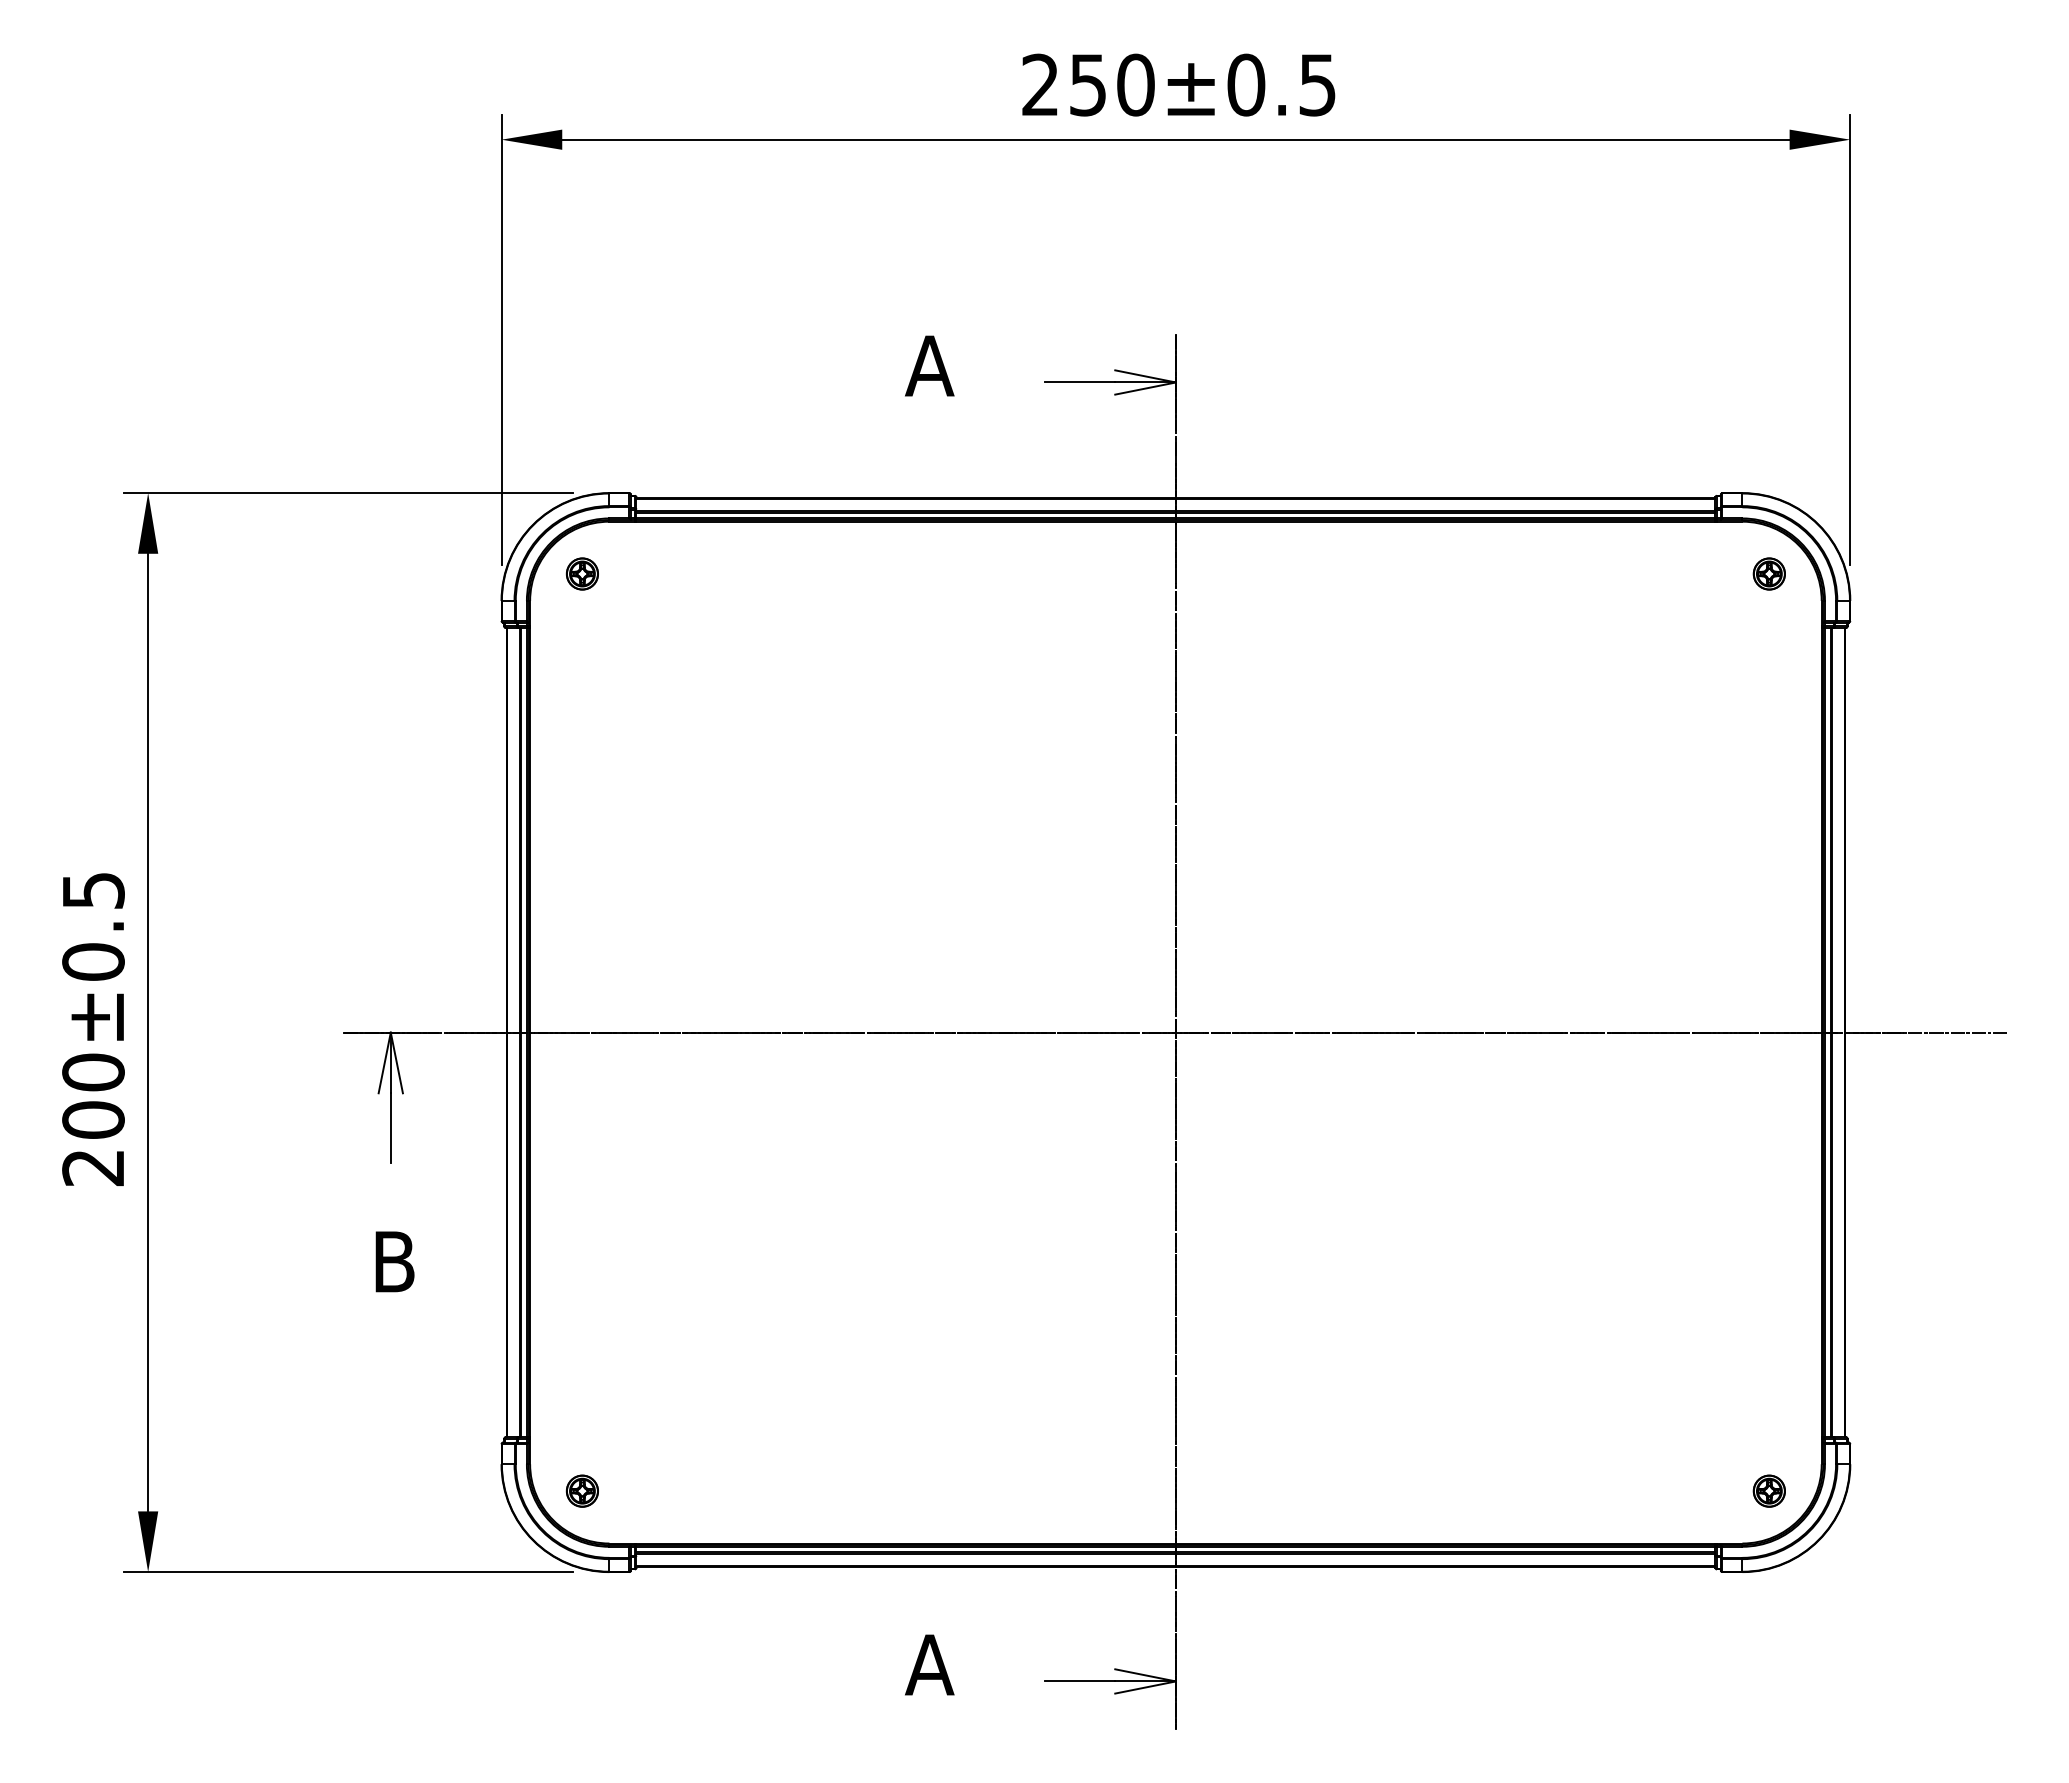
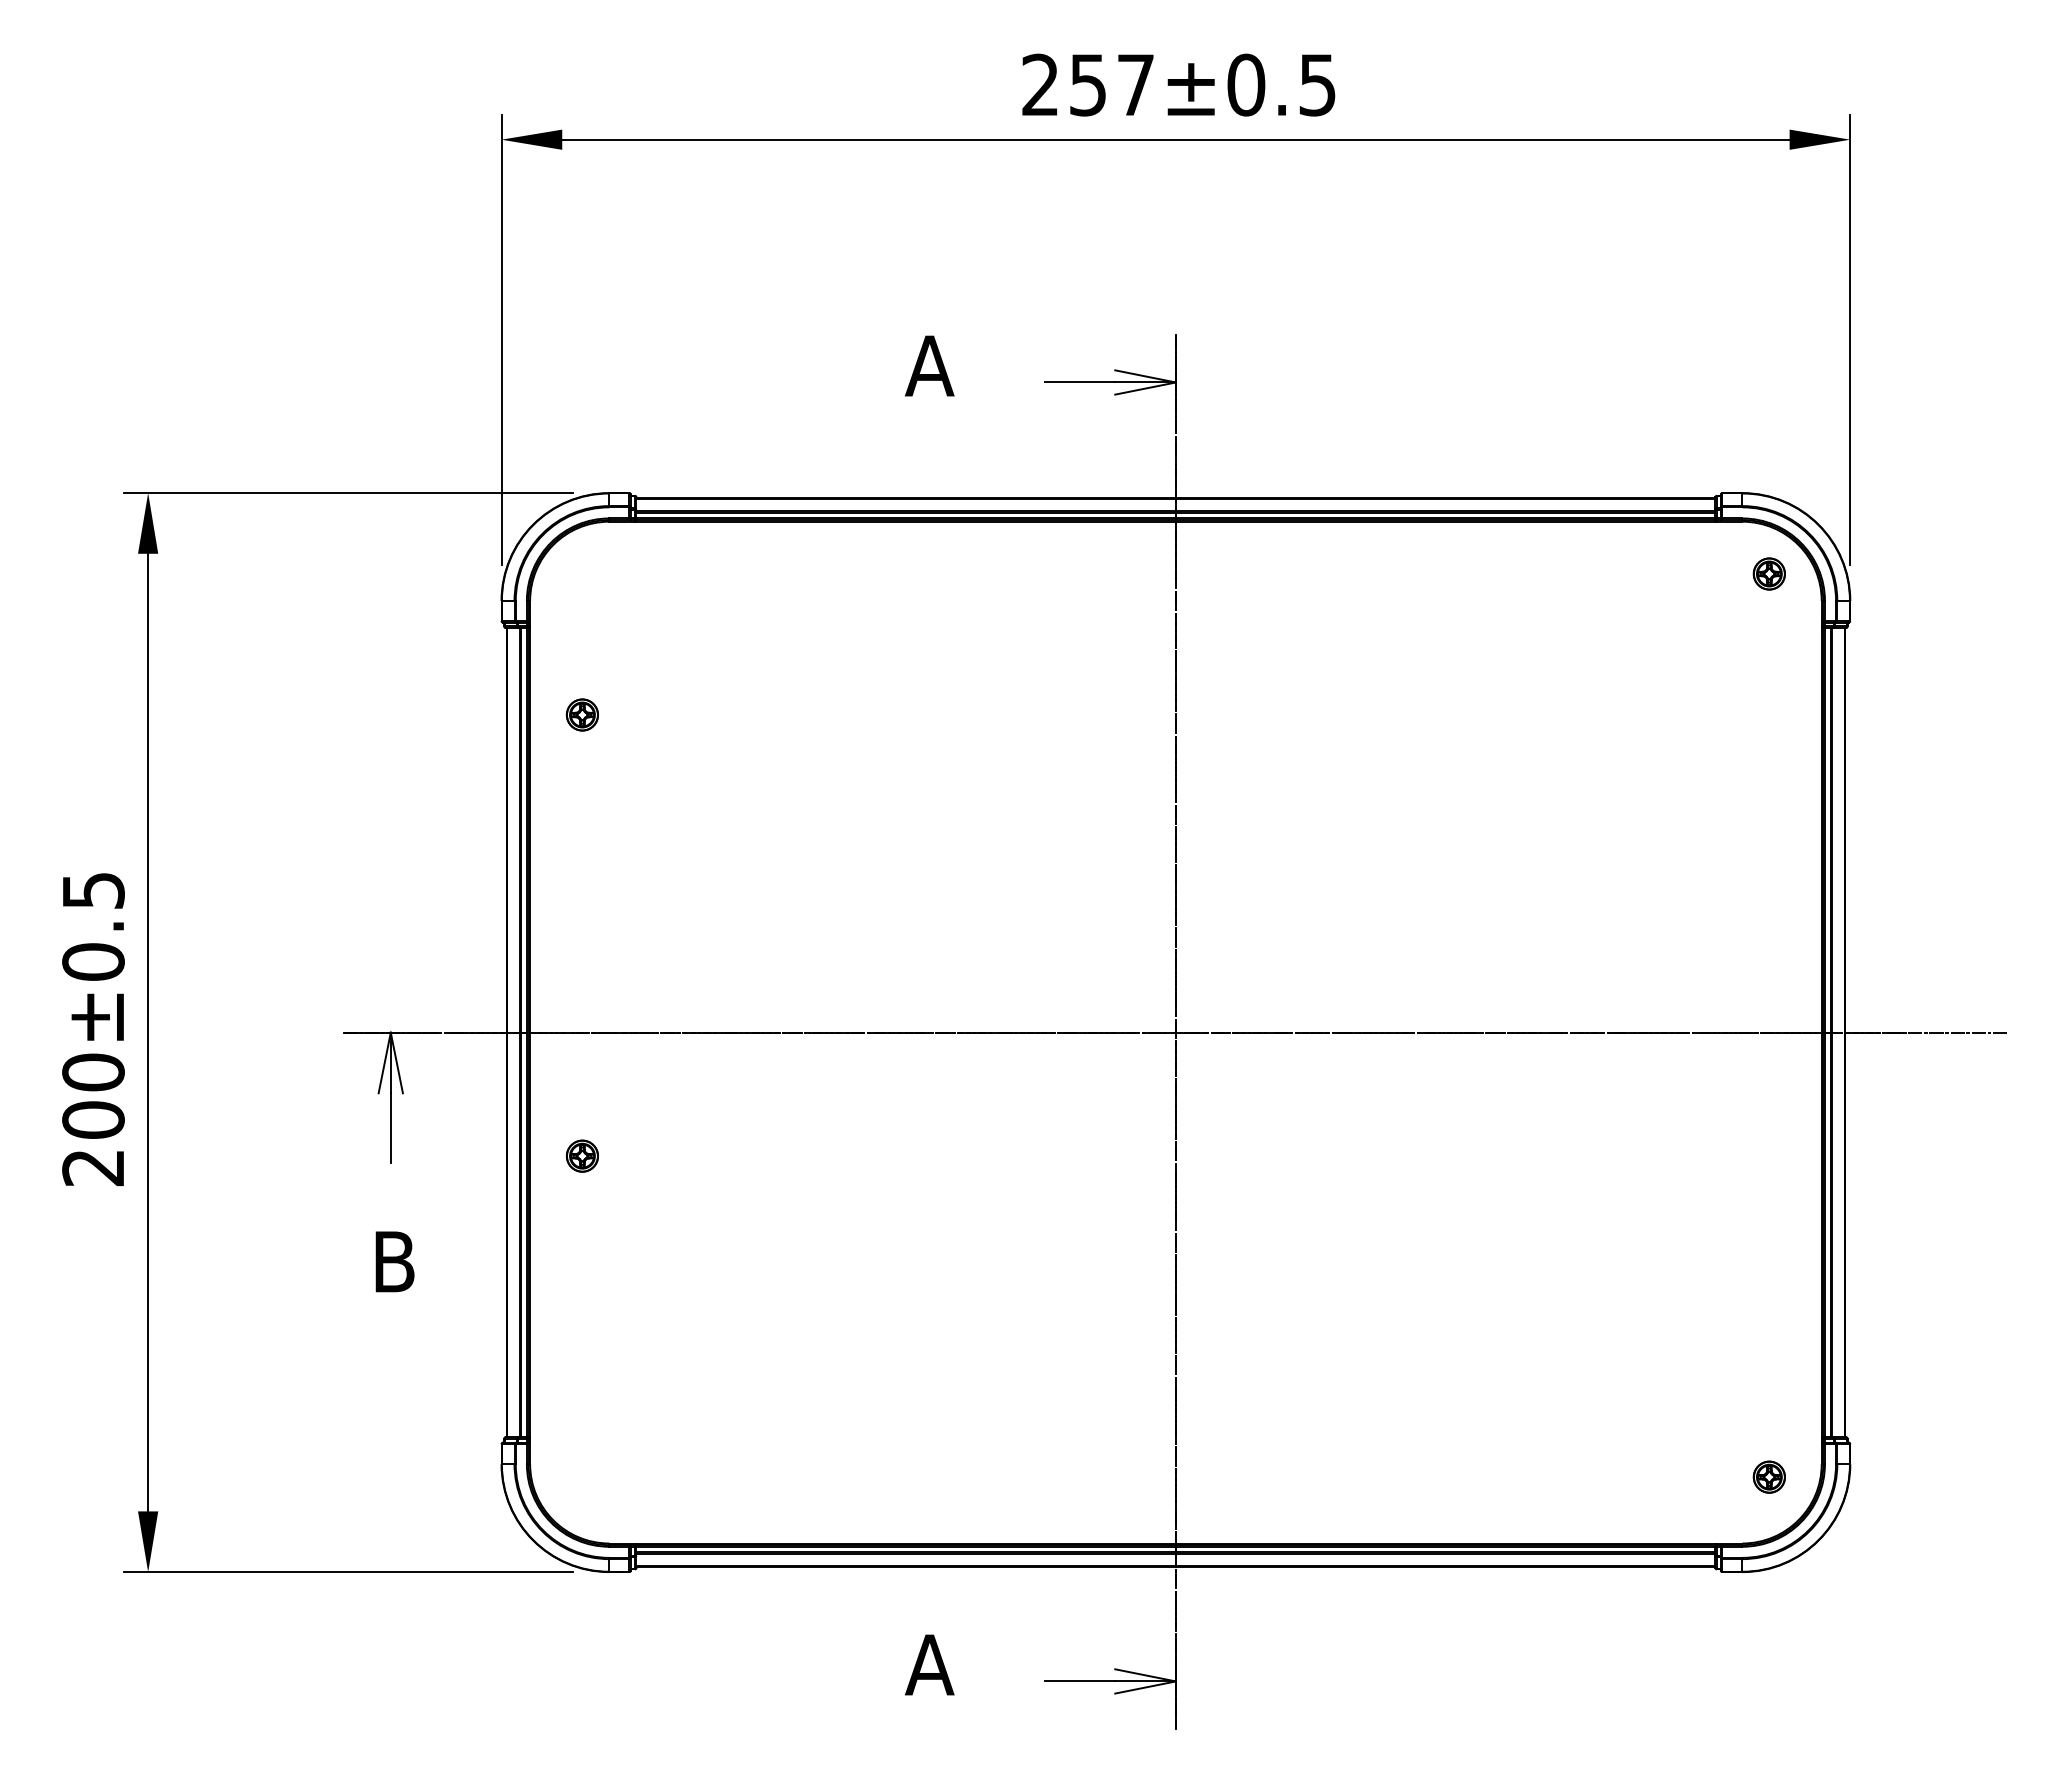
text at (1135, 84): 250±0.5 -> 257±0.5
part at (581, 573) position: (581, 573) -> (581, 714)
part at (581, 1490) position: (581, 1490) -> (581, 1155)
part at (1768, 1490) position: (1768, 1490) -> (1768, 1476)
